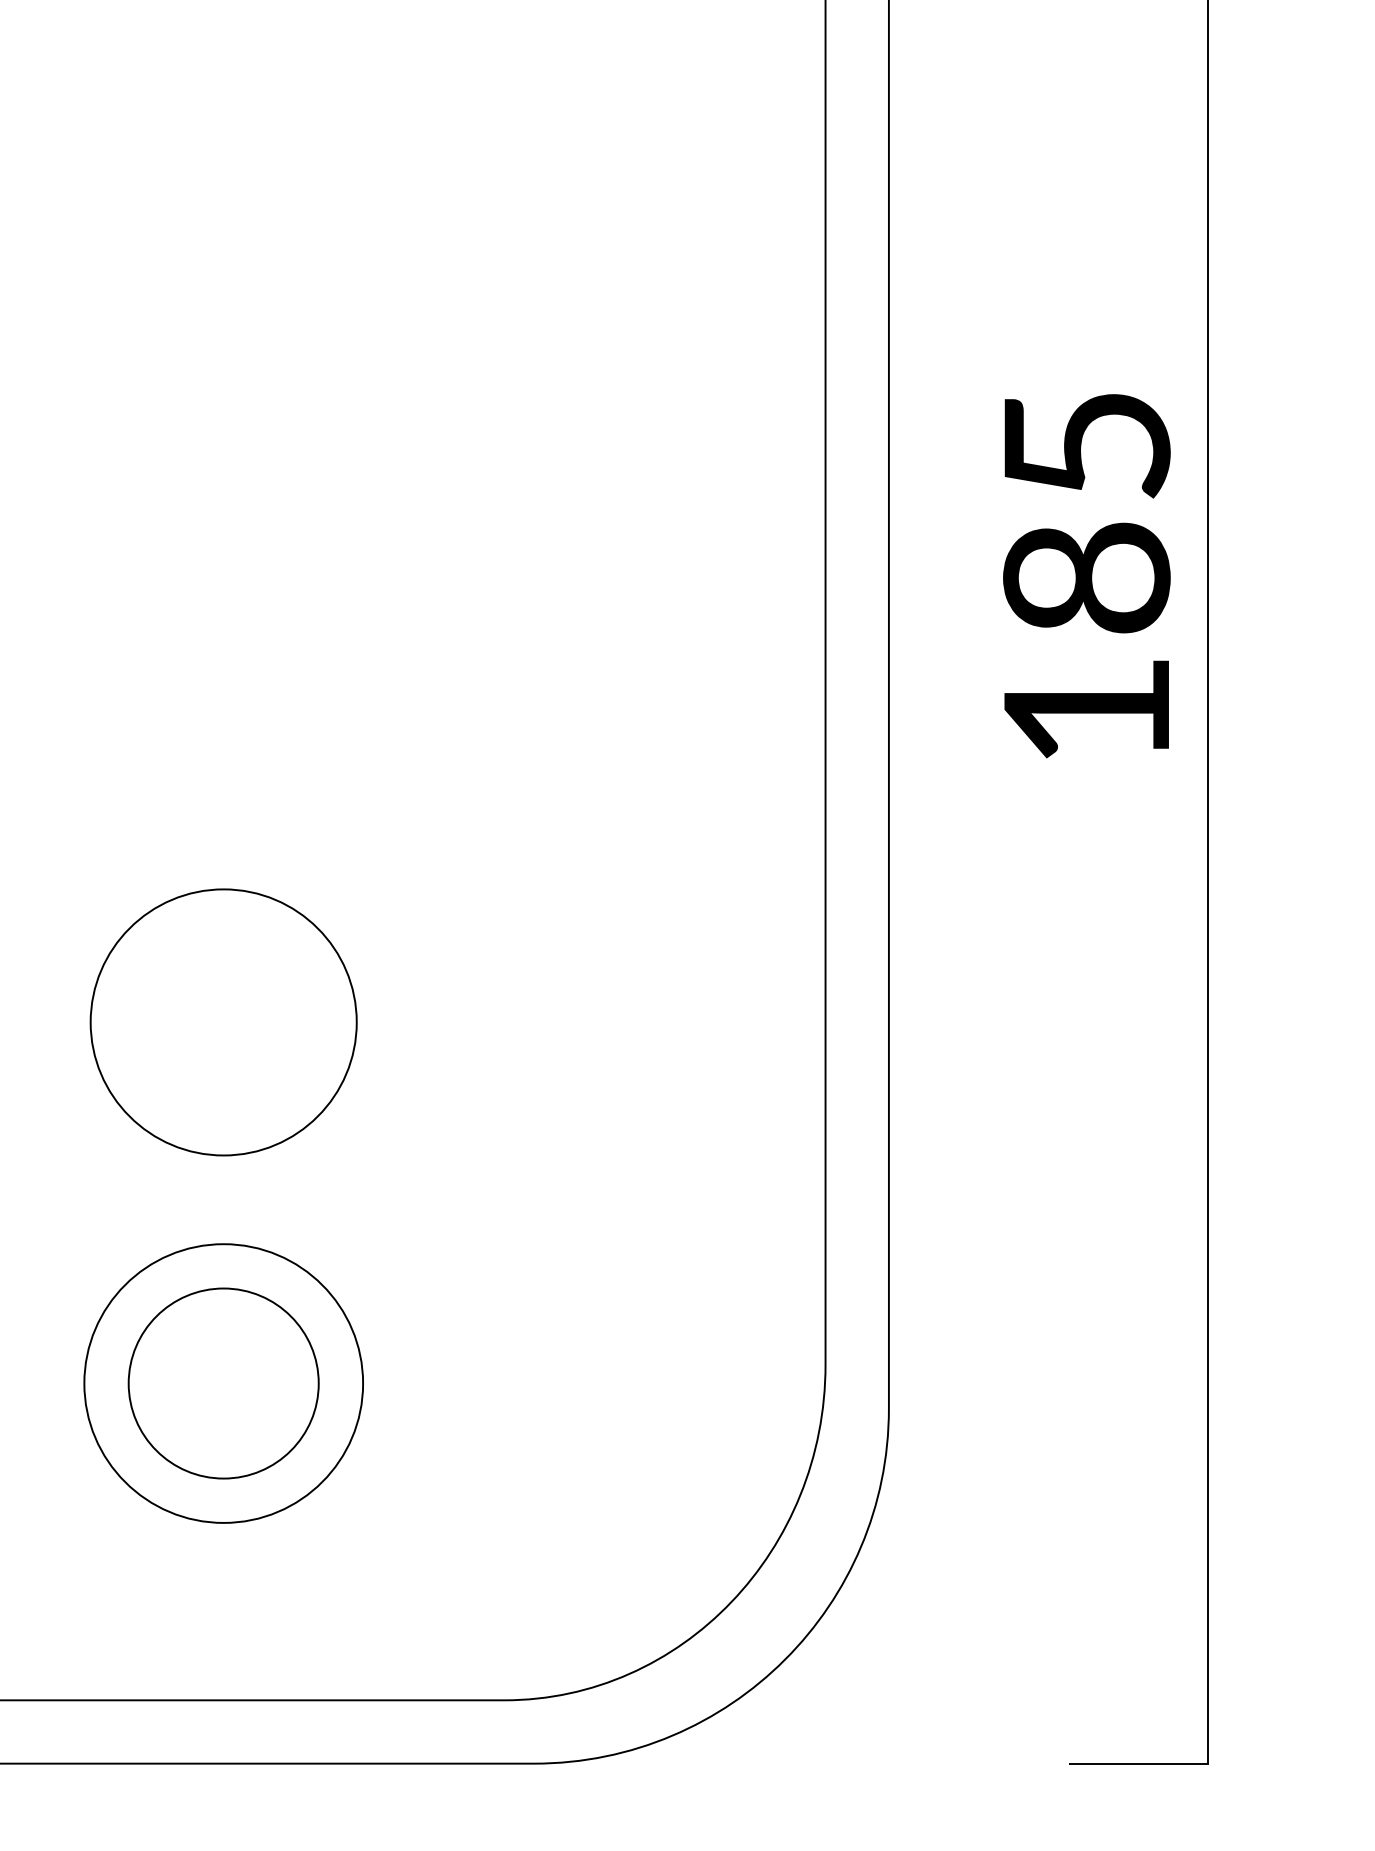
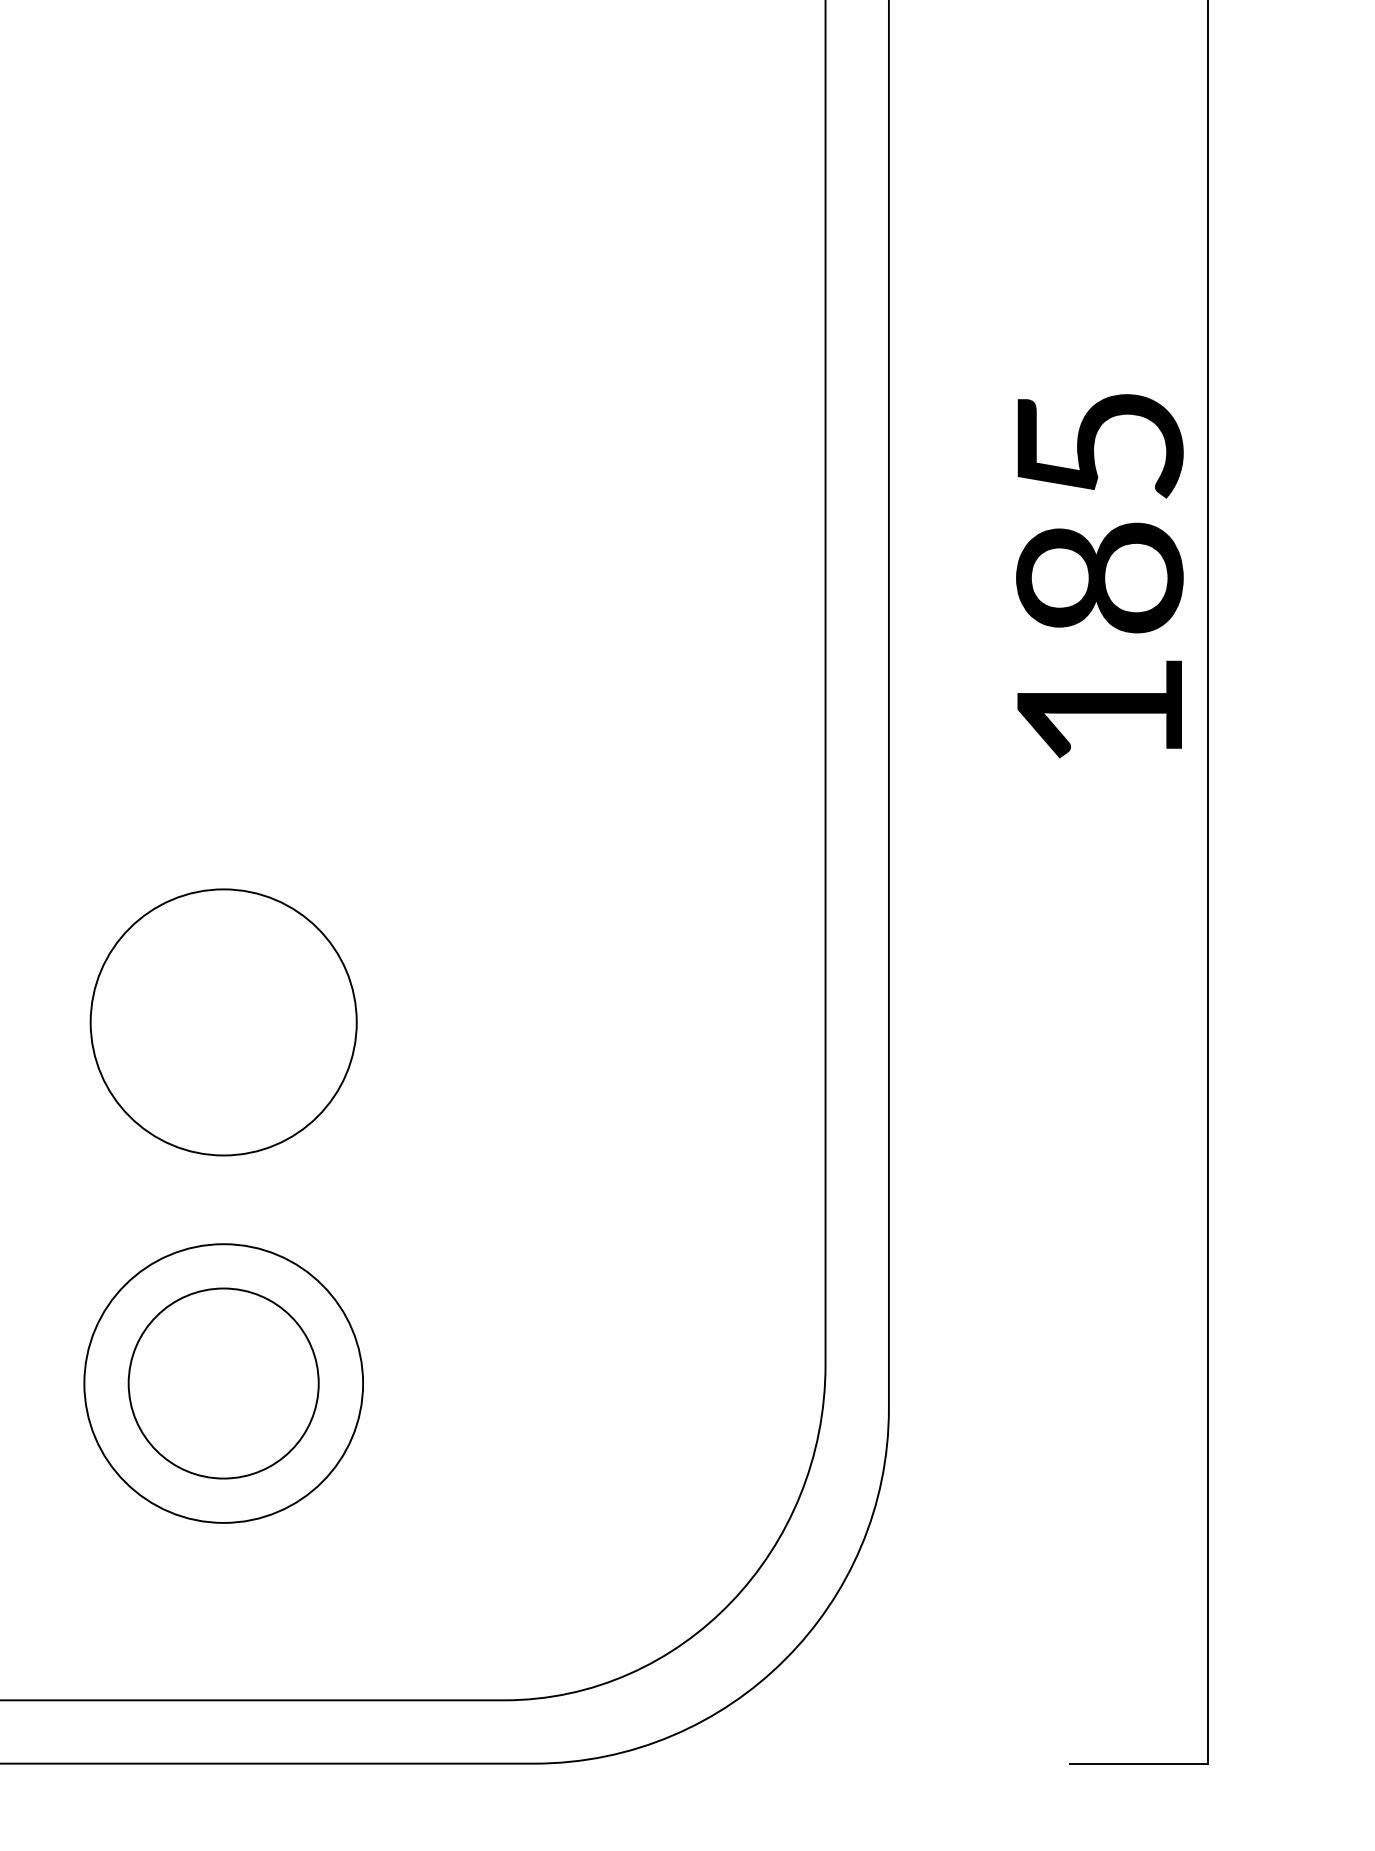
text at (1086, 576) position: (1086, 576) -> (1099, 576)
